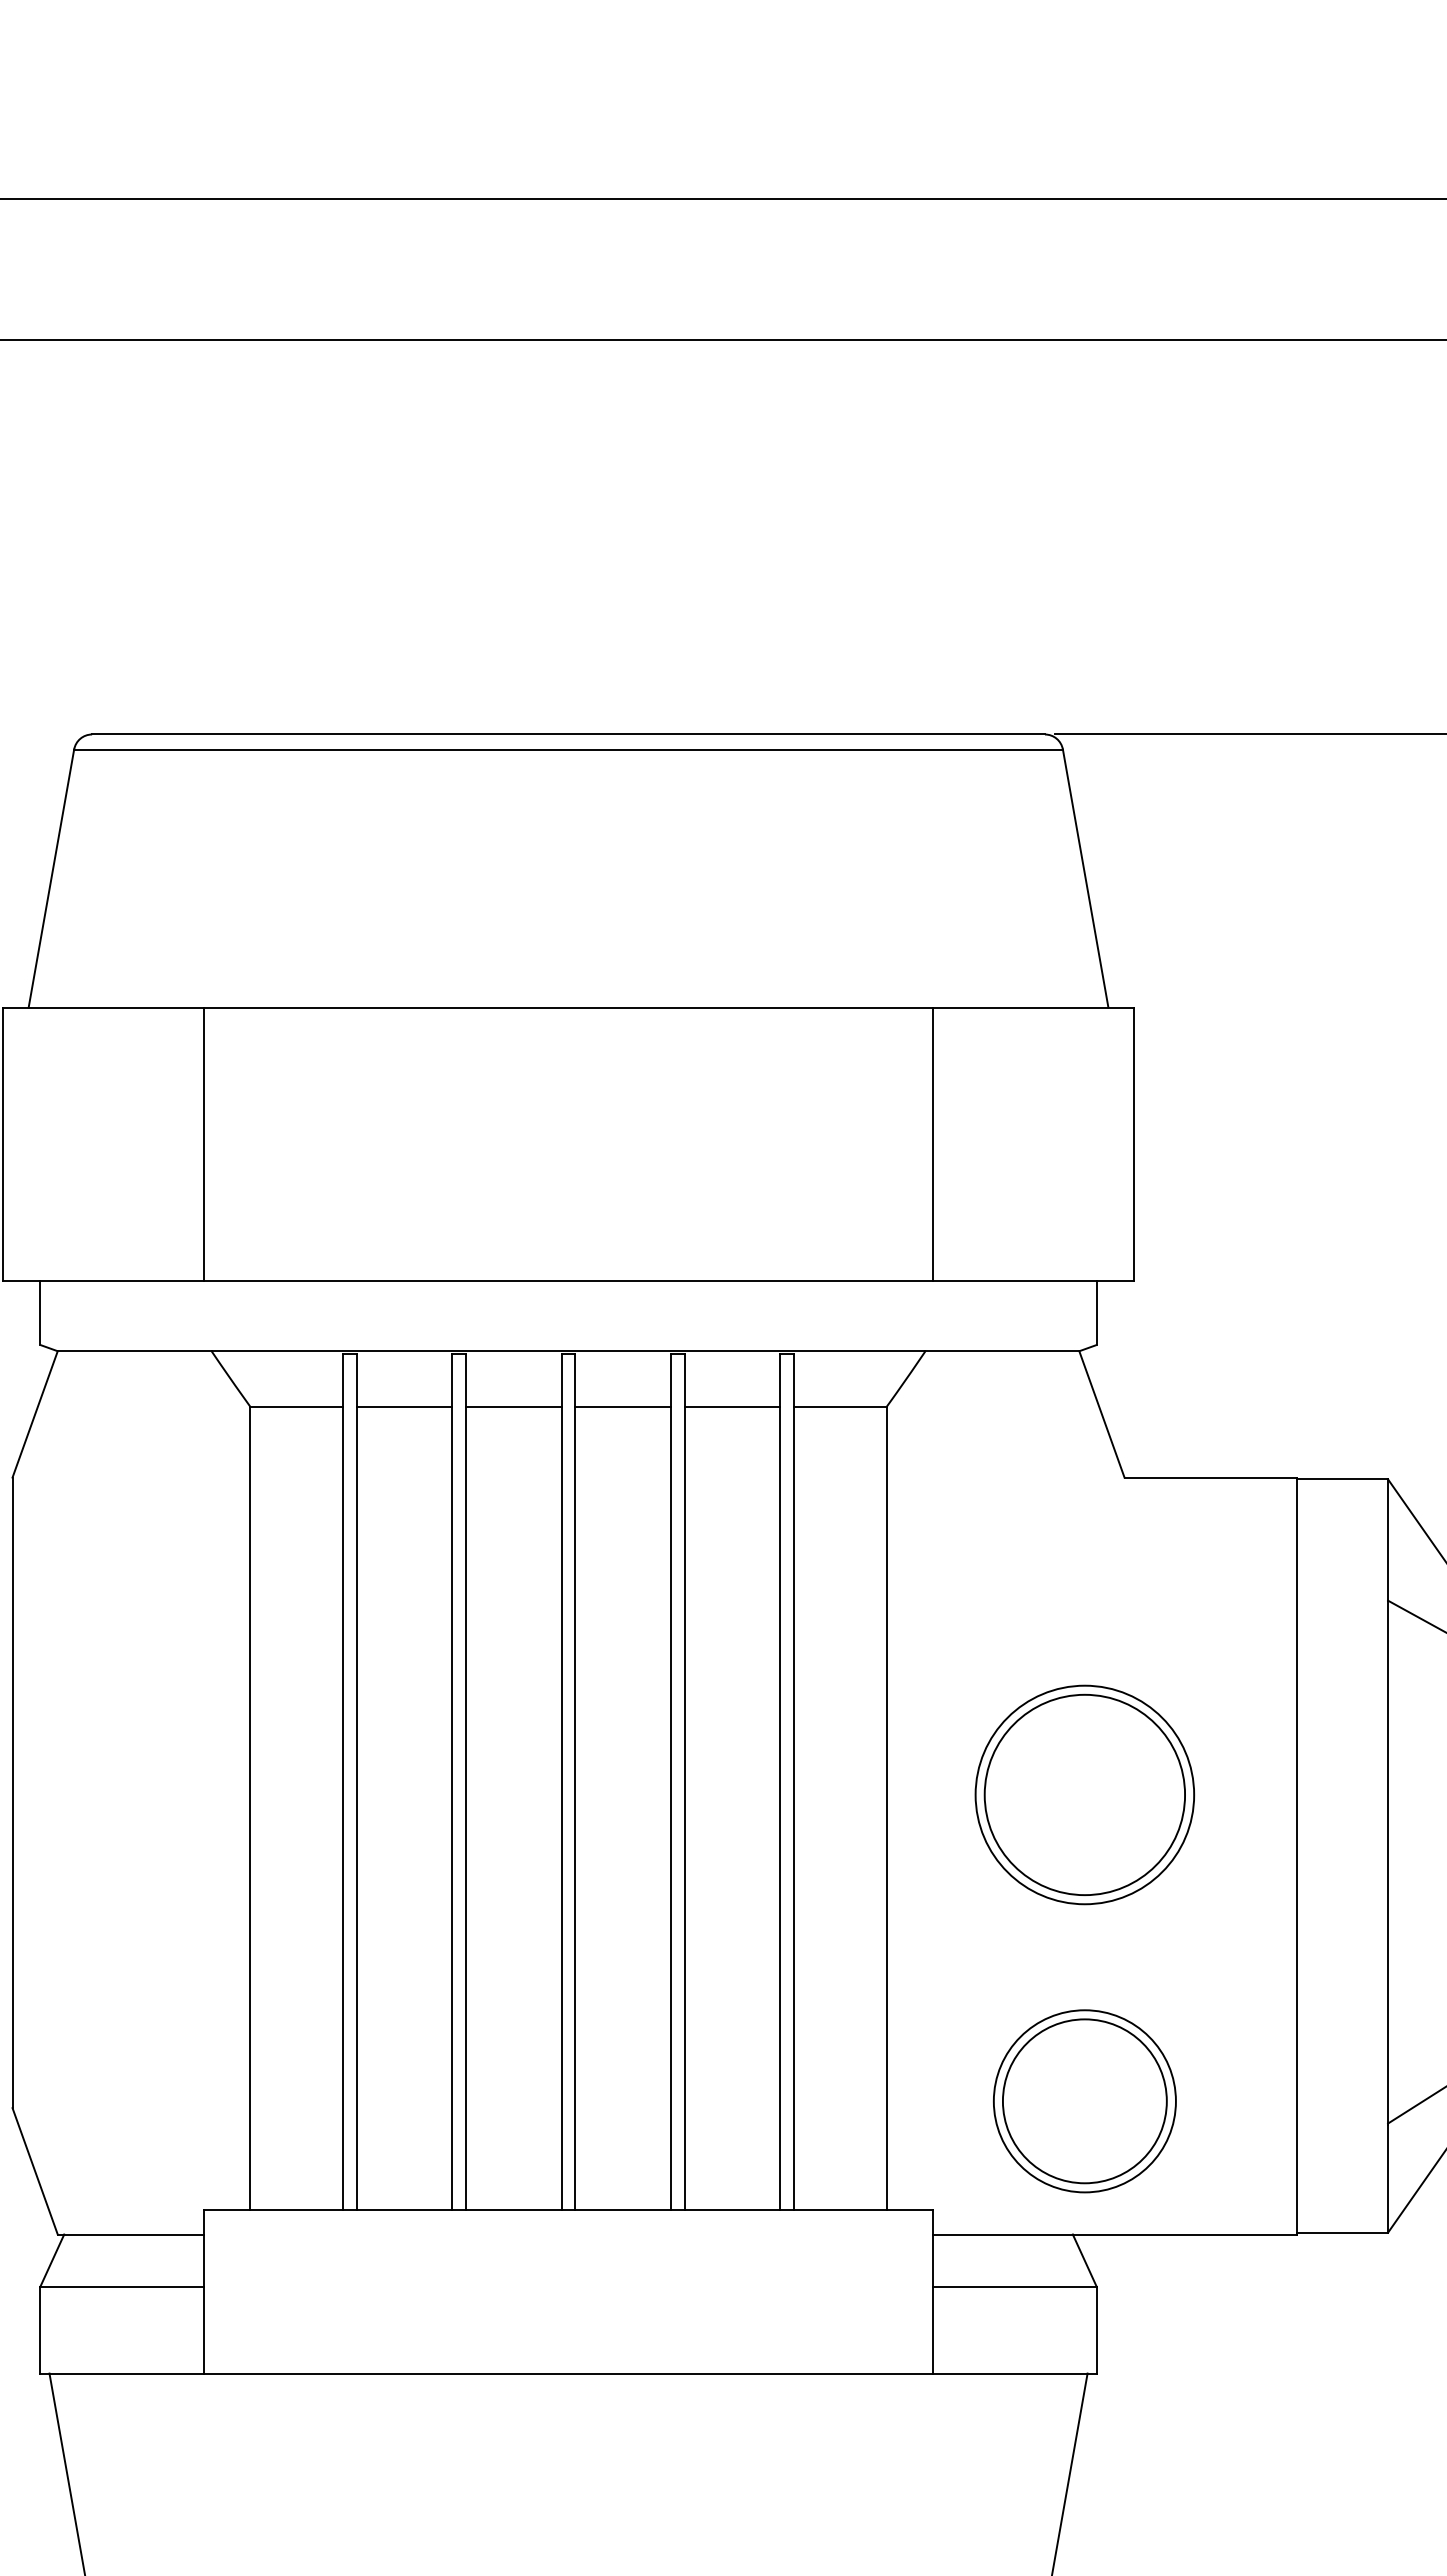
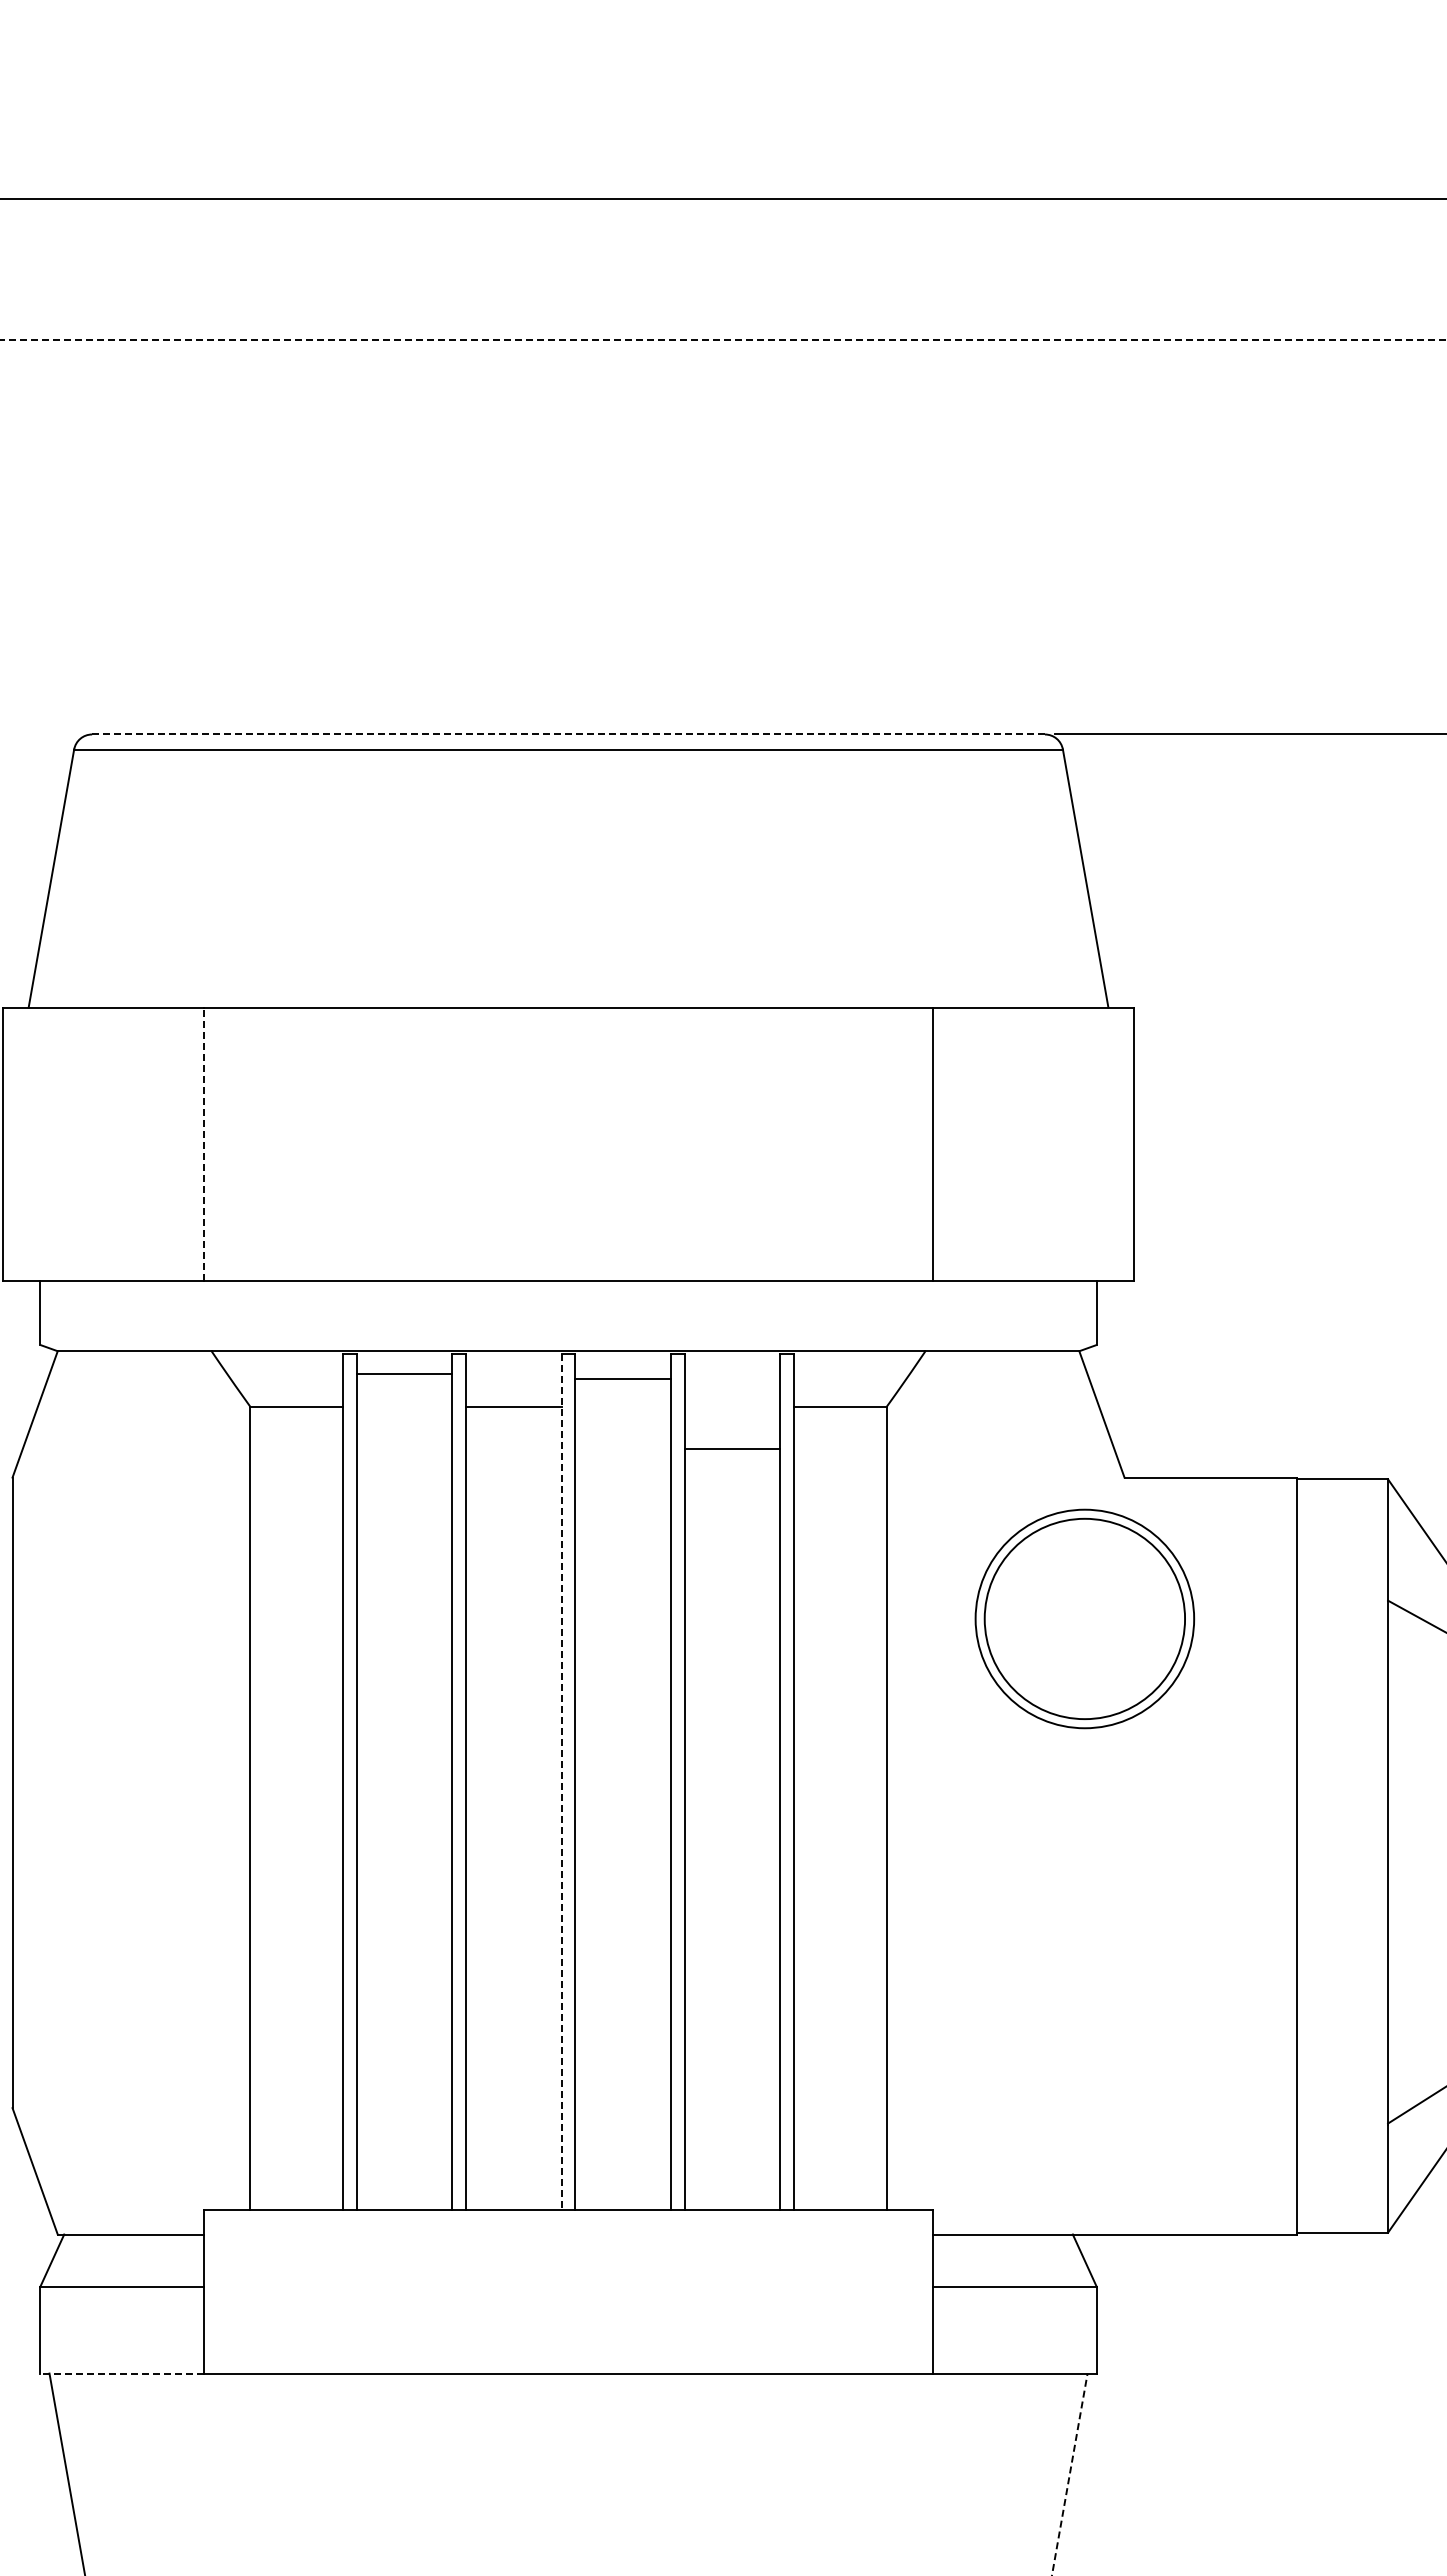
line at (723, 340): solid -> dashed
line at (568, 734): solid -> dashed
line at (204, 1144): solid -> dashed
line at (404, 1406) position: (404, 1406) -> (404, 1373)
line at (622, 1406) position: (622, 1406) -> (622, 1378)
line at (732, 1406) position: (732, 1406) -> (732, 1448)
line at (561, 1781): solid -> dashed
part at (1084, 1794) position: (1084, 1794) -> (1084, 1618)
part at (1084, 2101): present -> none
line at (122, 2373): solid -> dashed
line at (1069, 2474): solid -> dashed
